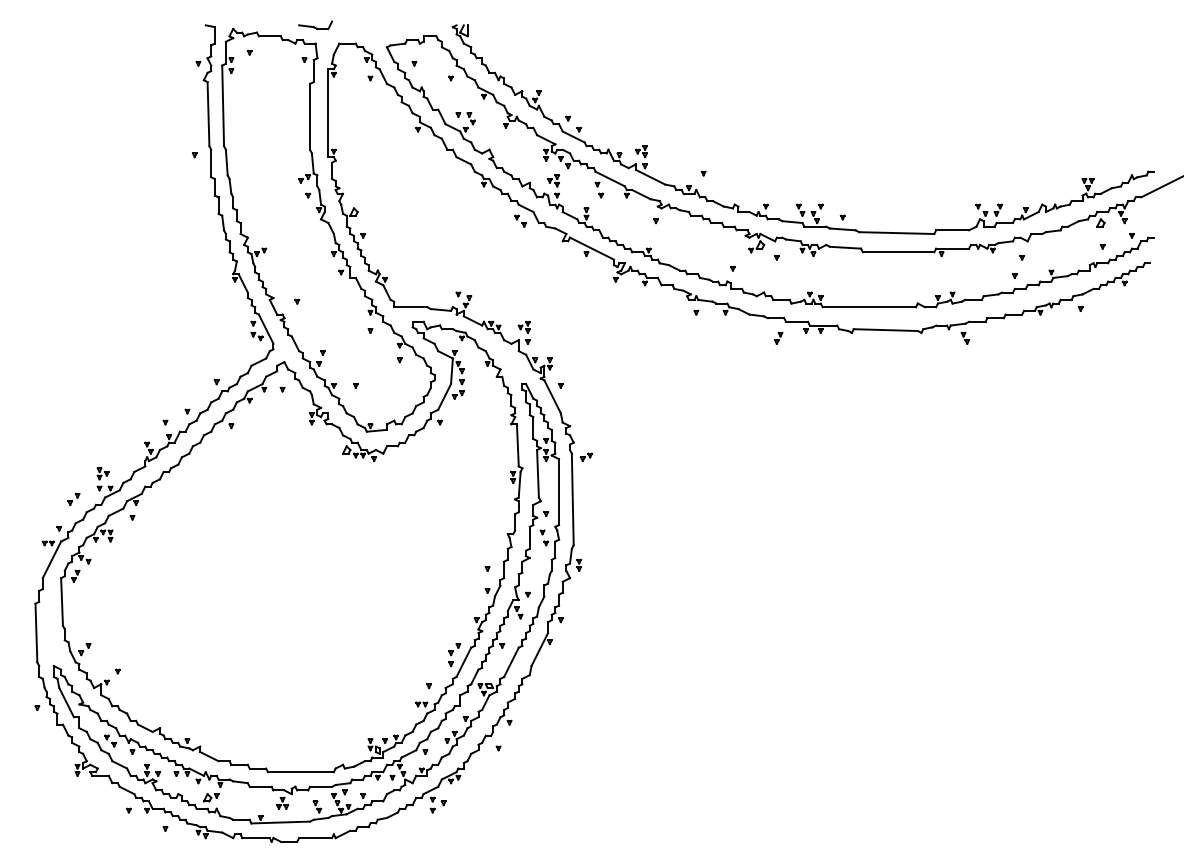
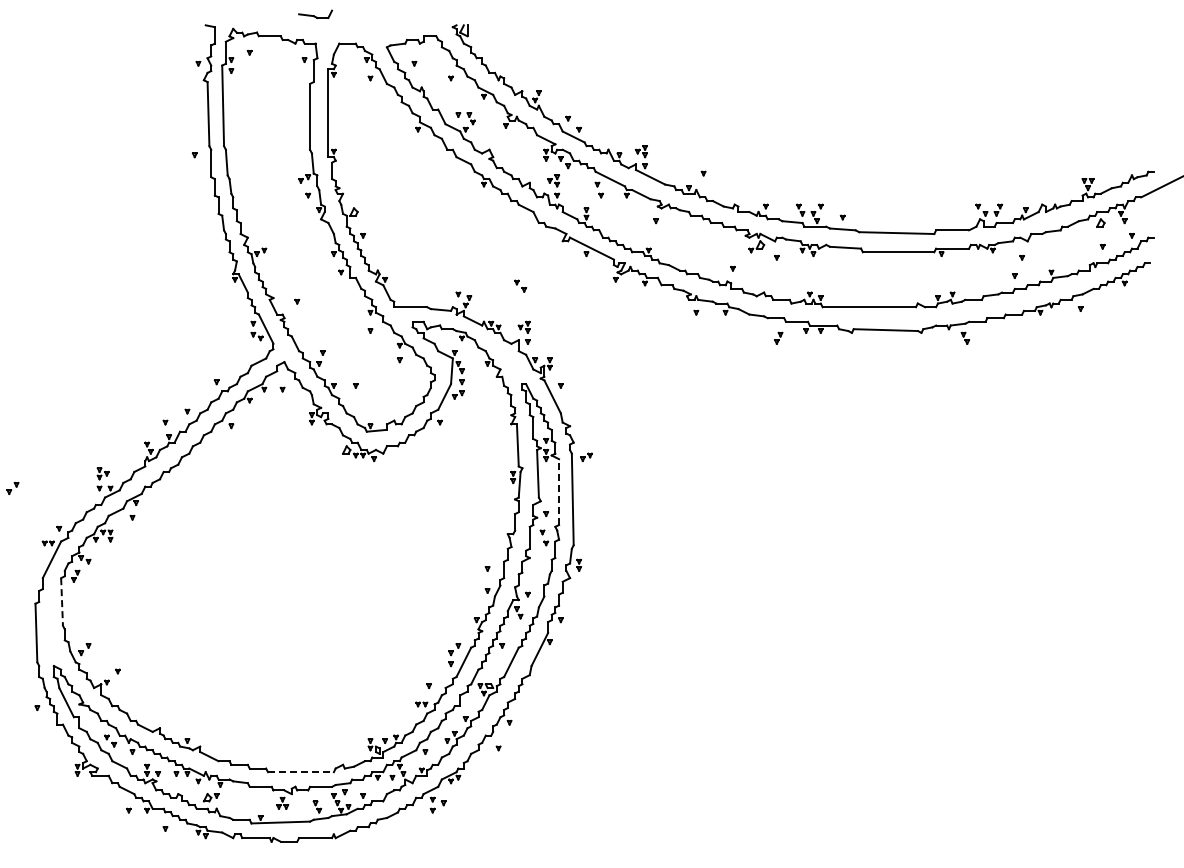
part at (315, 24) position: (315, 24) -> (315, 13)
part at (520, 220) position: (520, 220) -> (520, 285)
line at (559, 492): solid -> dashed
part at (73, 498) position: (73, 498) -> (12, 487)
line at (62, 601): solid -> dashed
line at (300, 772): solid -> dashed
